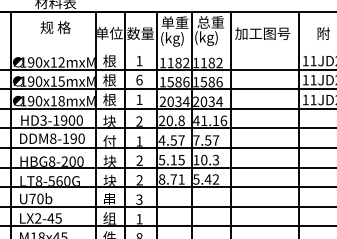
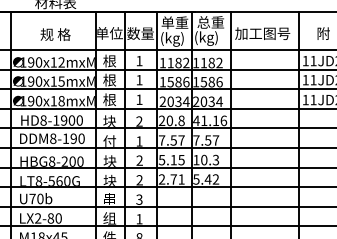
text at (55, 27) position: (55, 27) -> (55, 34)
line at (167, 50): none -> present
text at (139, 79): 6 -> 1
text at (43, 120): HD3-1900 -> HD8-1900
text at (161, 140): 4.57 -> 7.57
text at (161, 179): 8.71 -> 2.71
text at (54, 218): LX2-45 -> LX2-80
